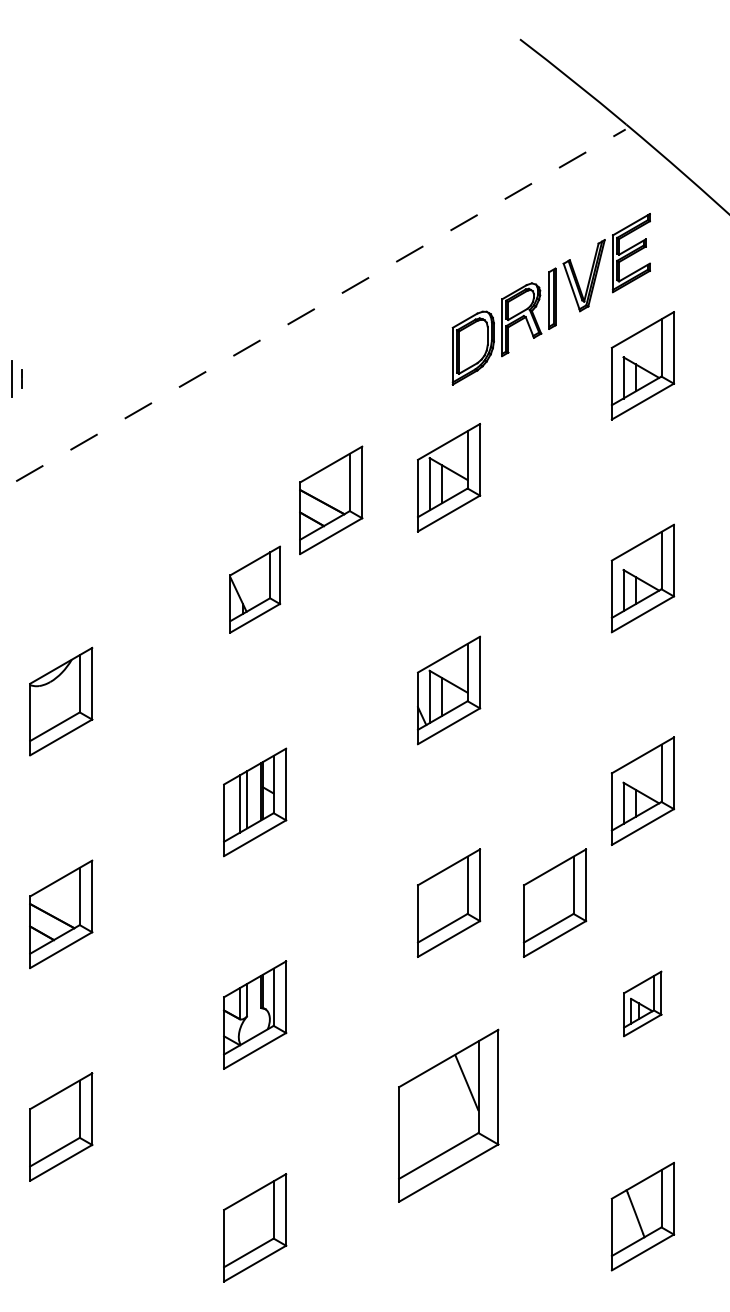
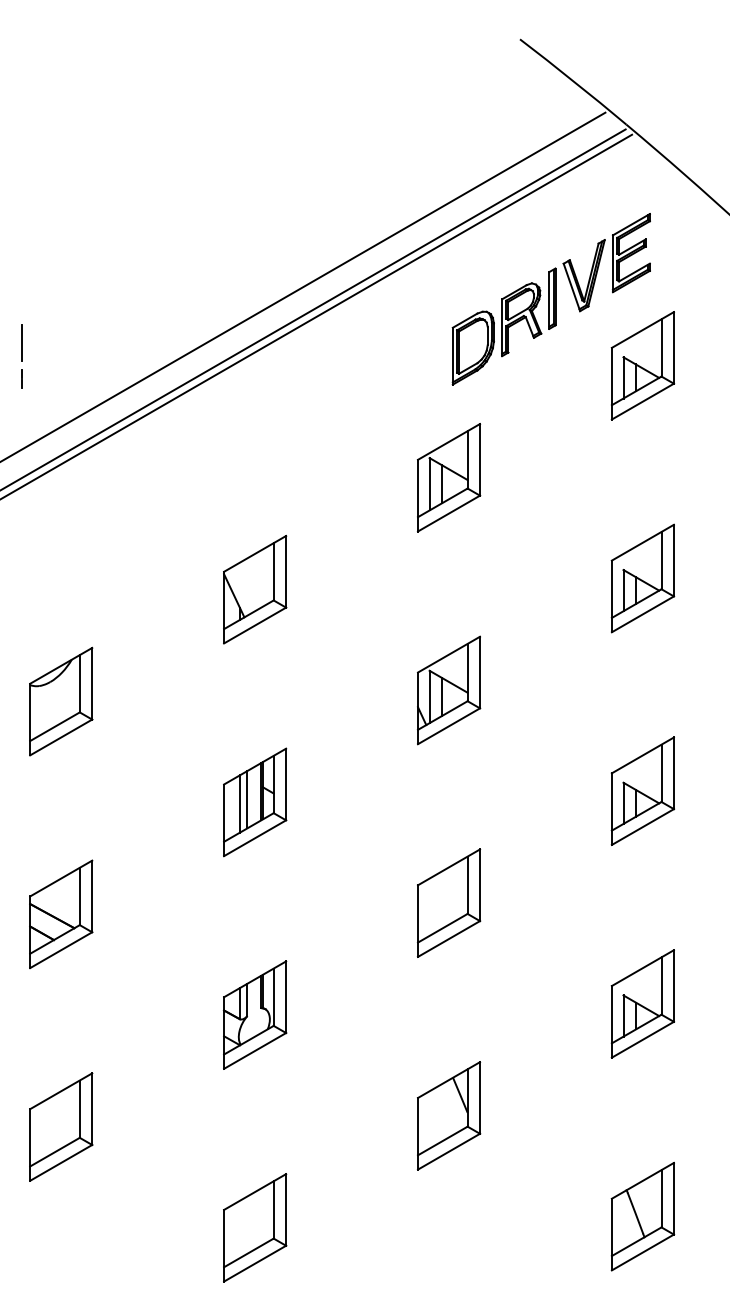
line at (303, 286): none -> present
line at (313, 309): dashed -> solid
line at (317, 316): none -> present
line at (11, 378) position: (11, 378) -> (21, 342)
part at (331, 500): present -> none
part at (254, 589) size: 52x89 px -> 65x111 px
part at (555, 902): present -> none
part at (642, 1003) size: 40x68 px -> 65x110 px
part at (448, 1115) size: 102x175 px -> 65x110 px
